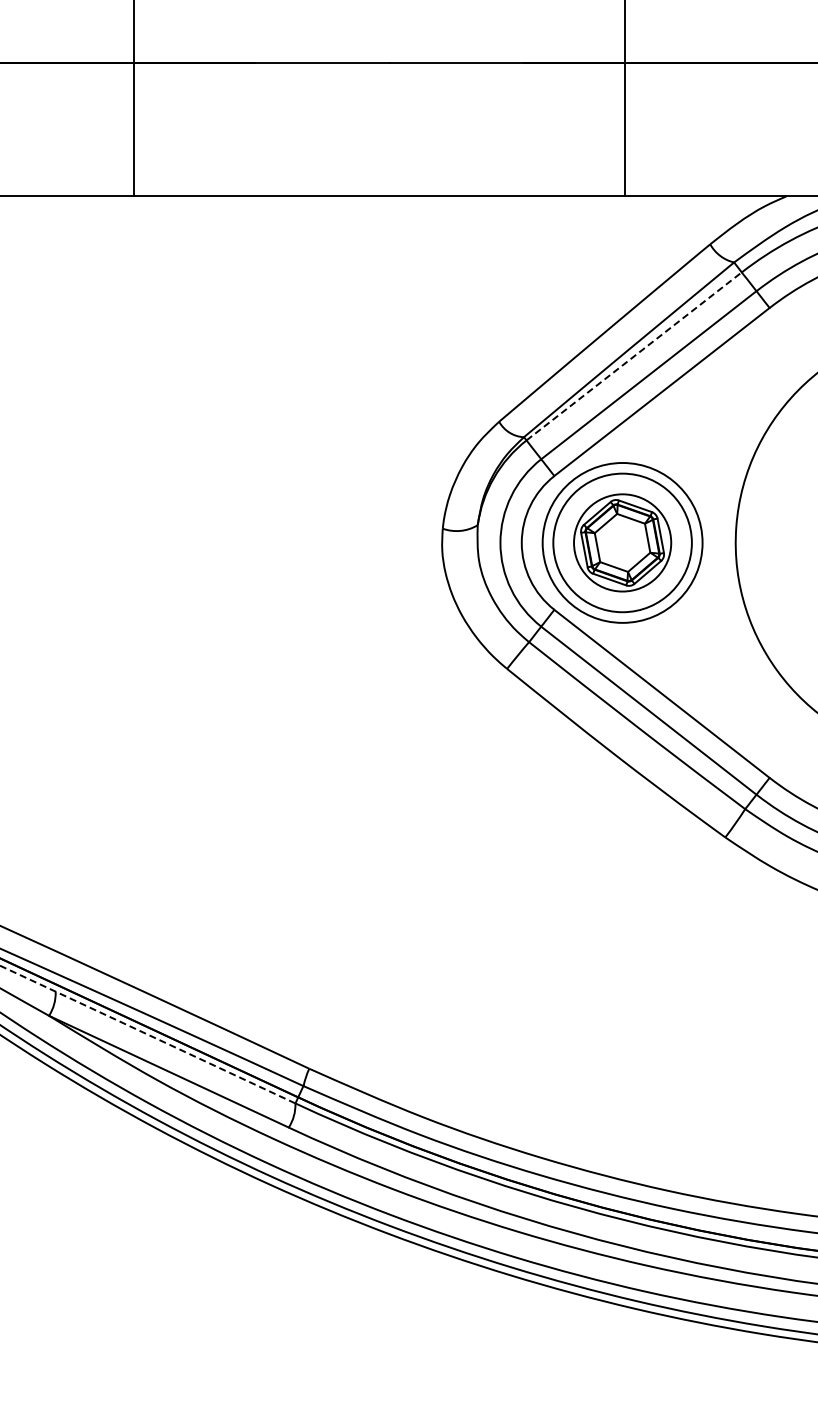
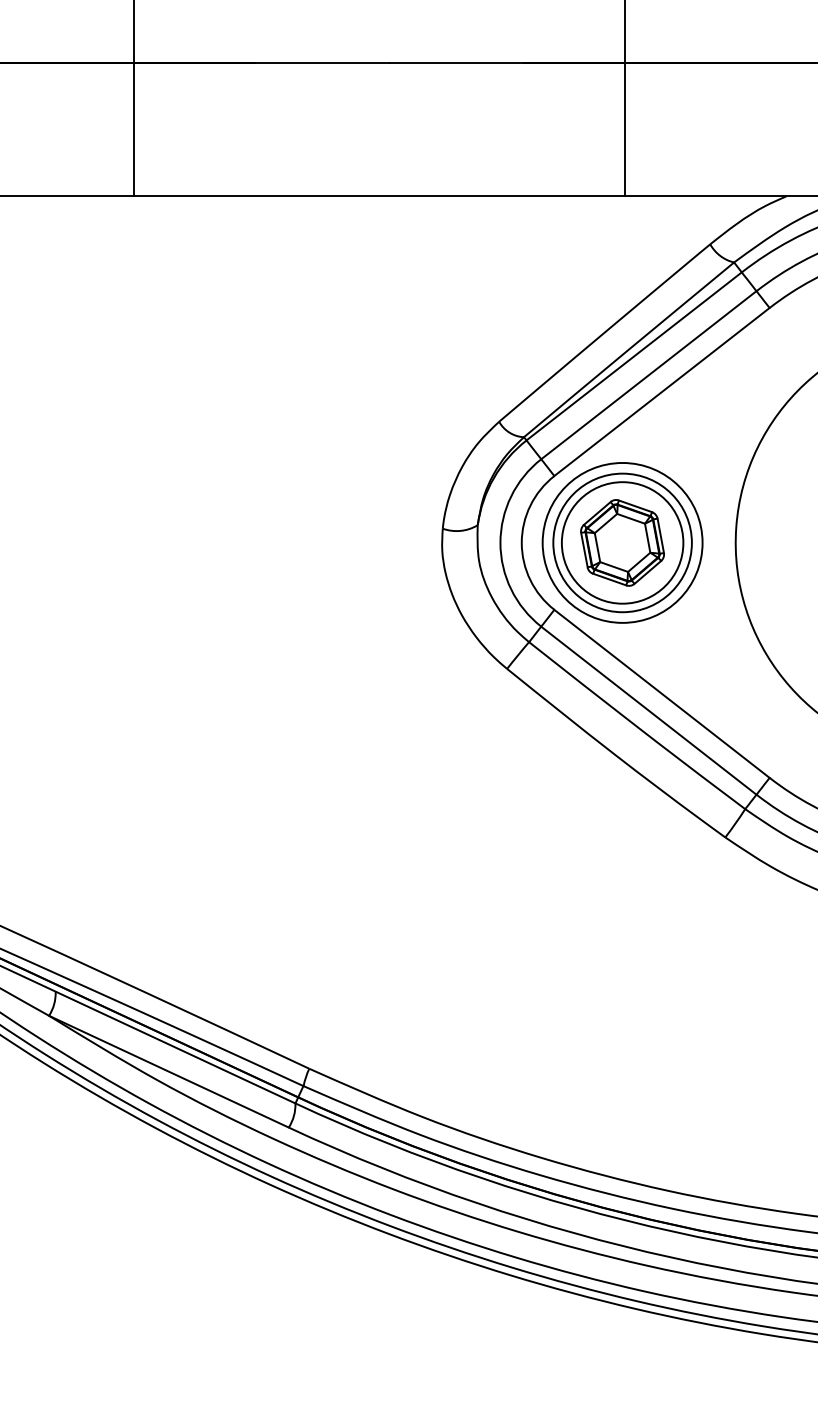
line at (634, 356): dashed -> solid
circle at (622, 542) diameter: 97 px -> 122 px
line at (147, 1034): dashed -> solid
